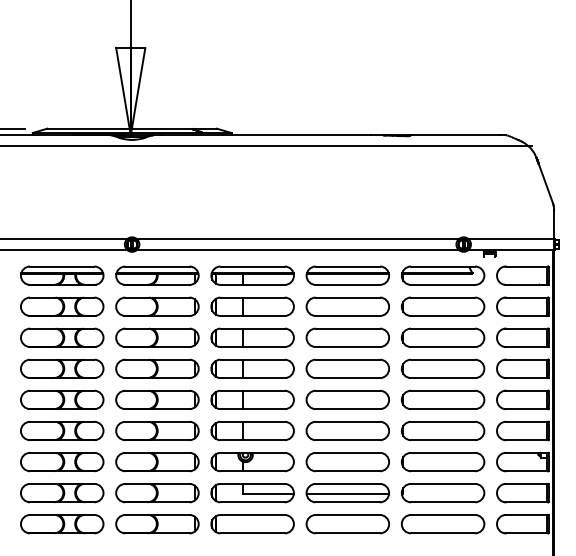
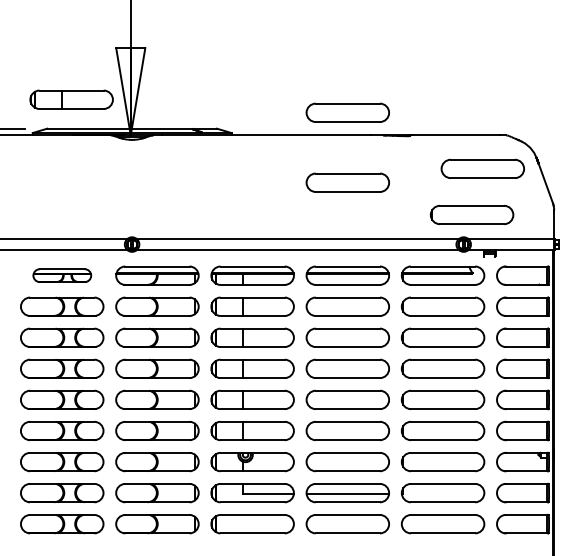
part at (71, 99): none -> present
part at (347, 112): none -> present
line at (267, 146): present -> none
part at (482, 168): none -> present
part at (347, 182): none -> present
part at (472, 215): none -> present
part at (62, 275) size: 85x21 px -> 61x15 px
